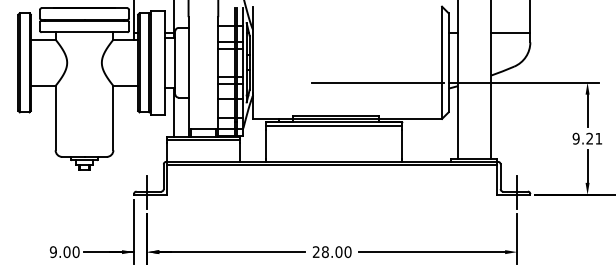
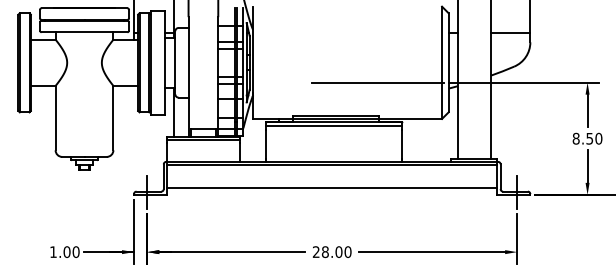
text at (587, 138): 9.21 -> 8.50
line at (332, 188): none -> present
text at (52, 252): 9.00 -> 1.00
